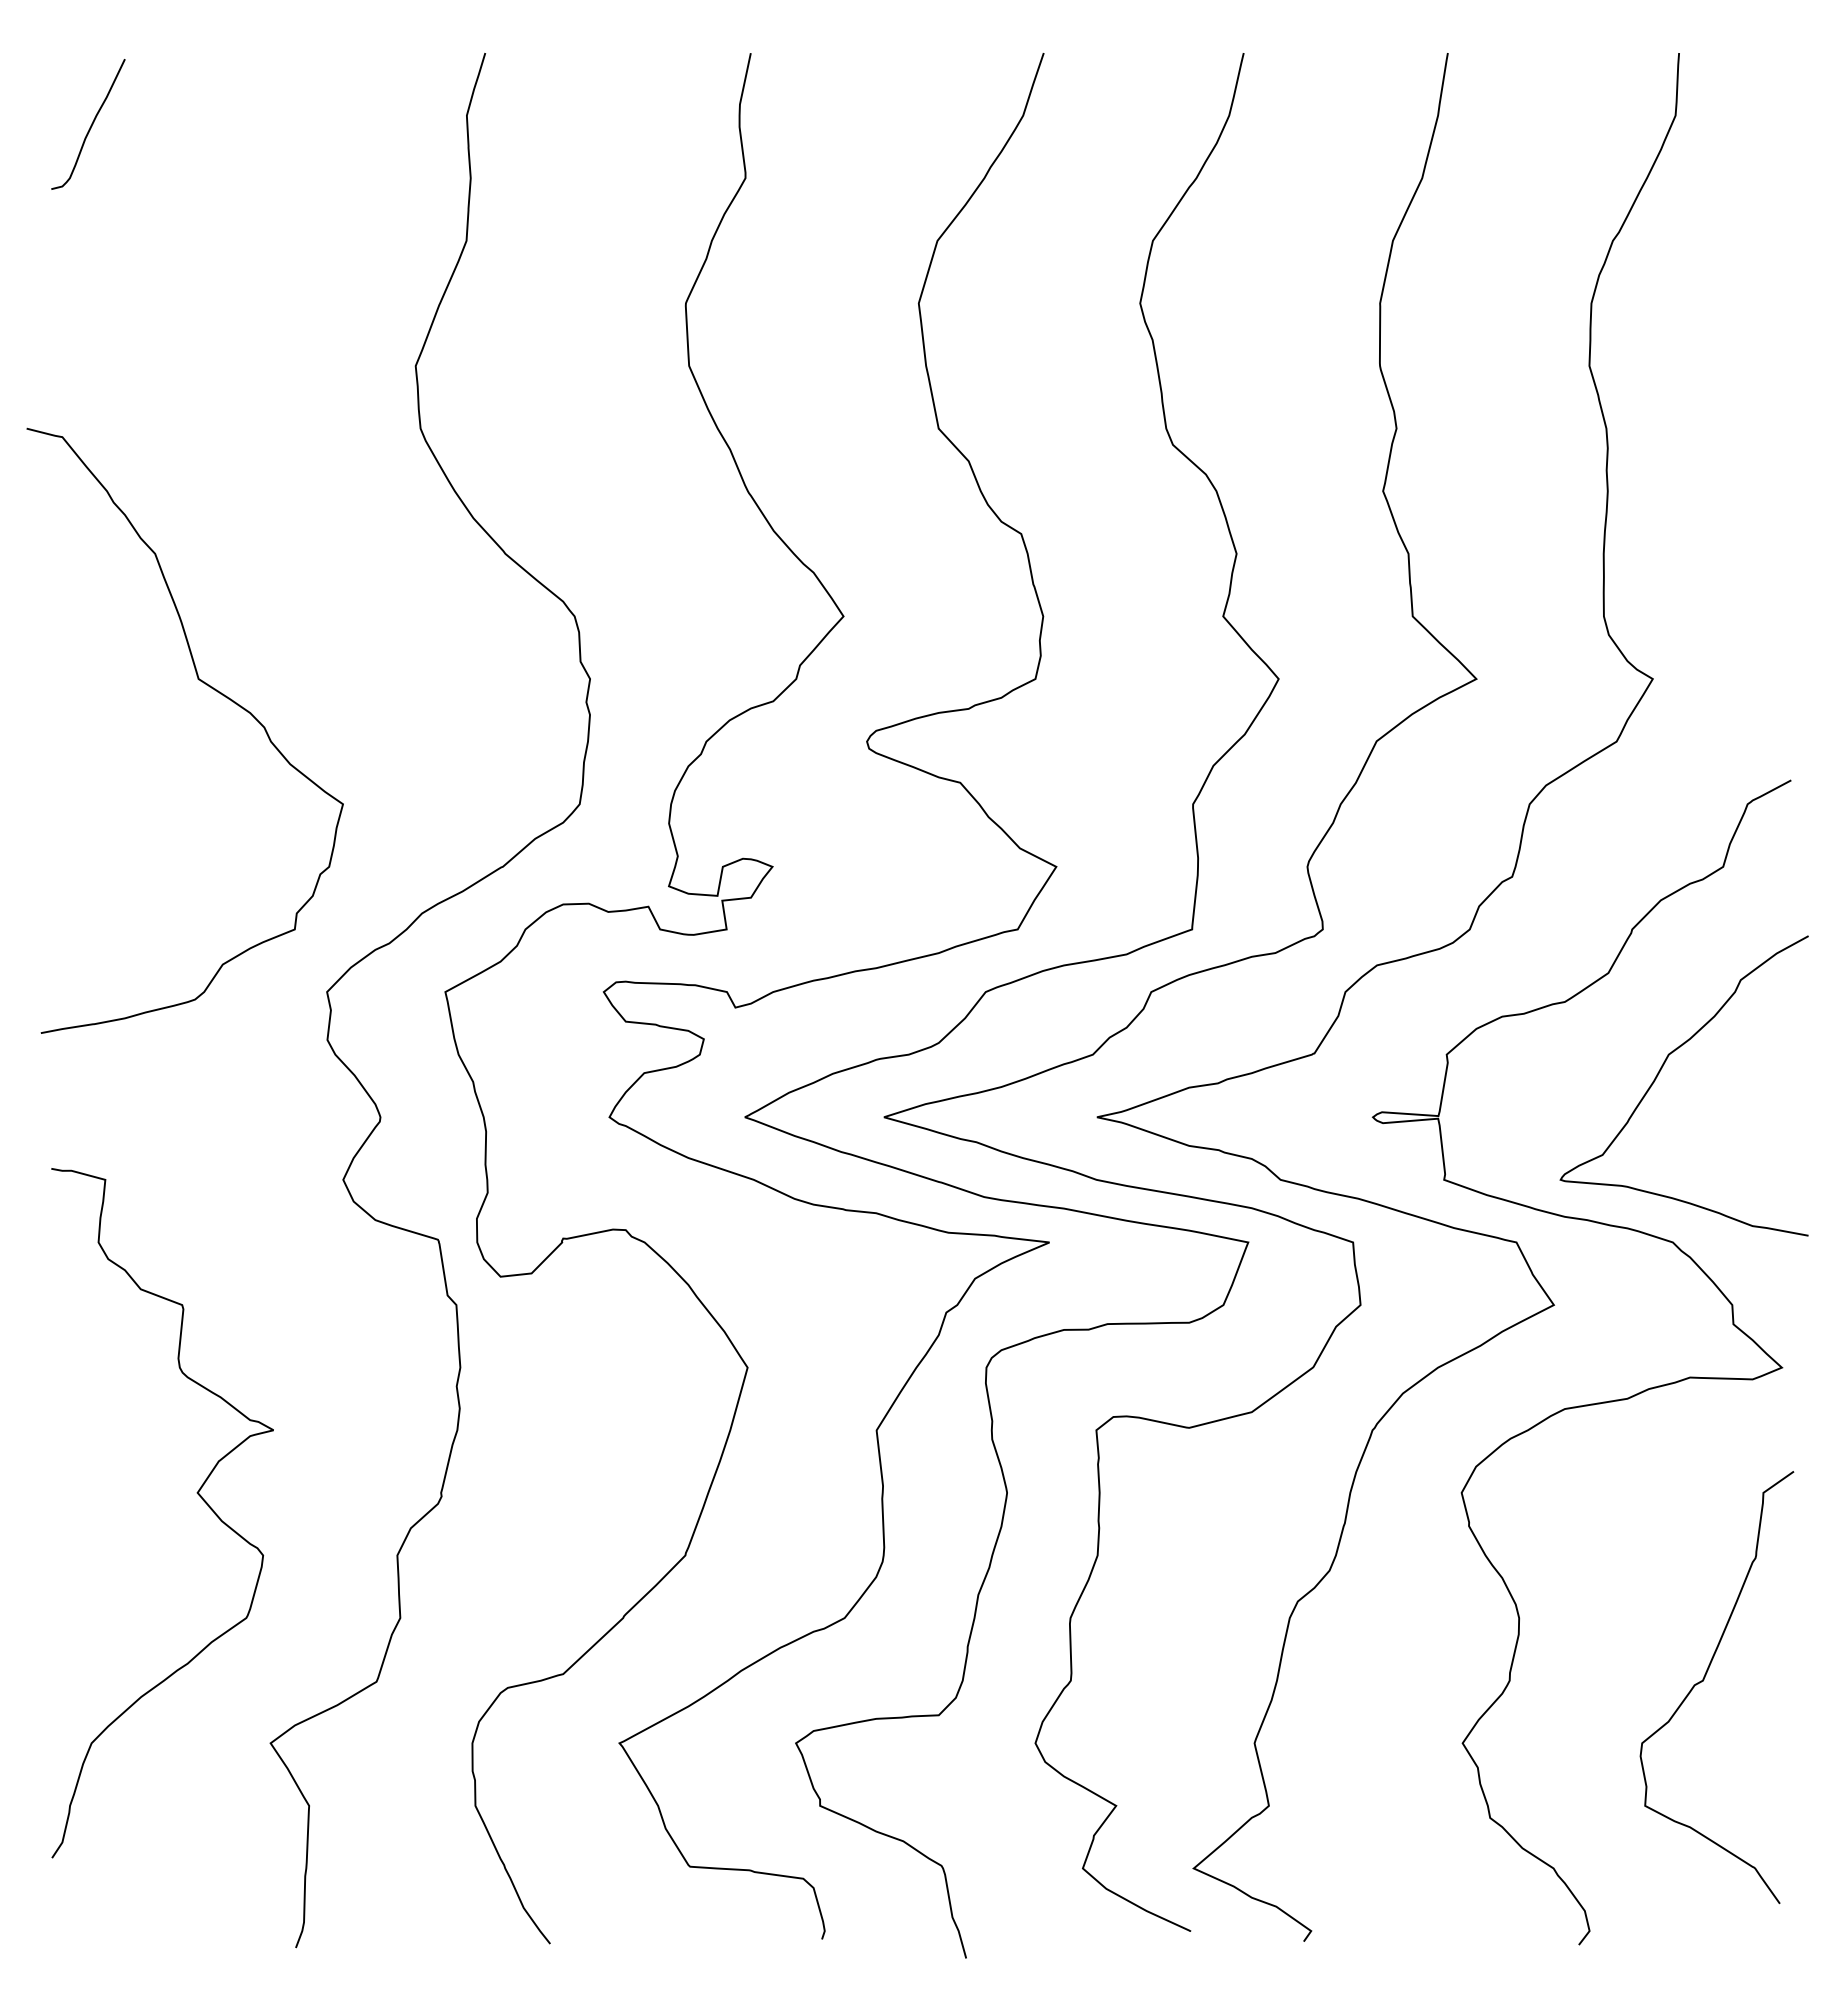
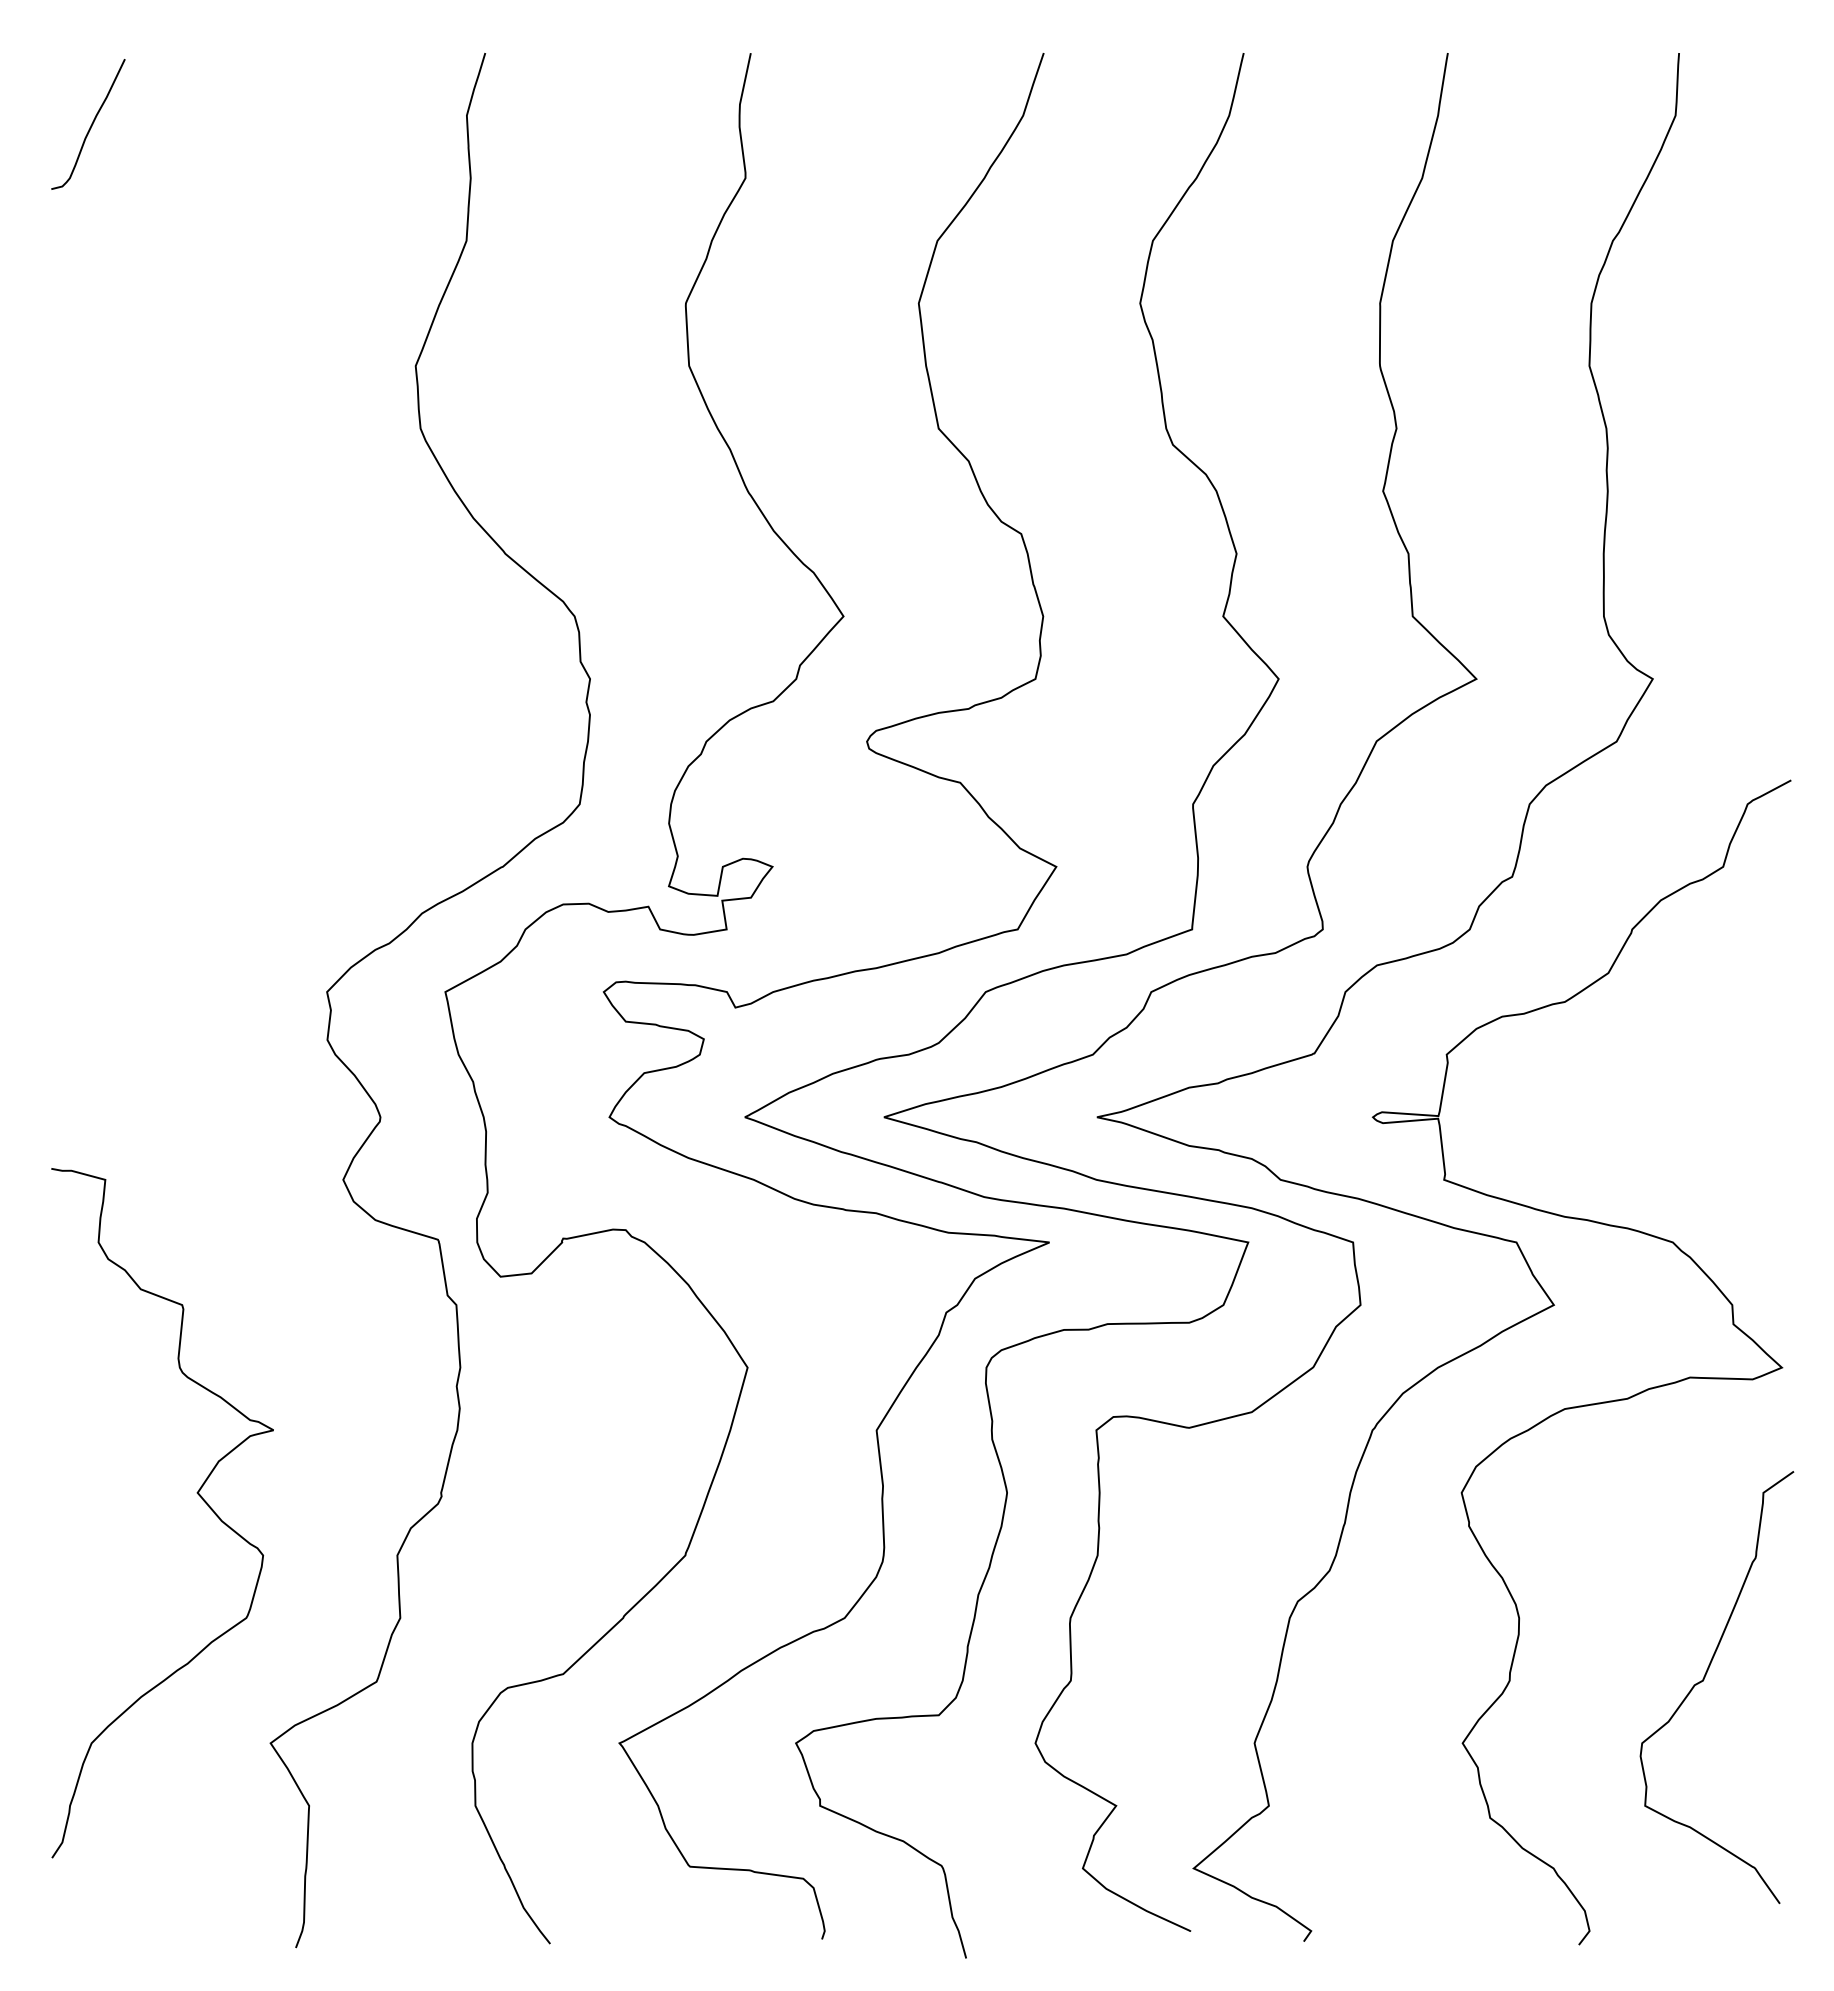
curve at (212, 689): present -> none
curve at (1661, 1070): present -> none
